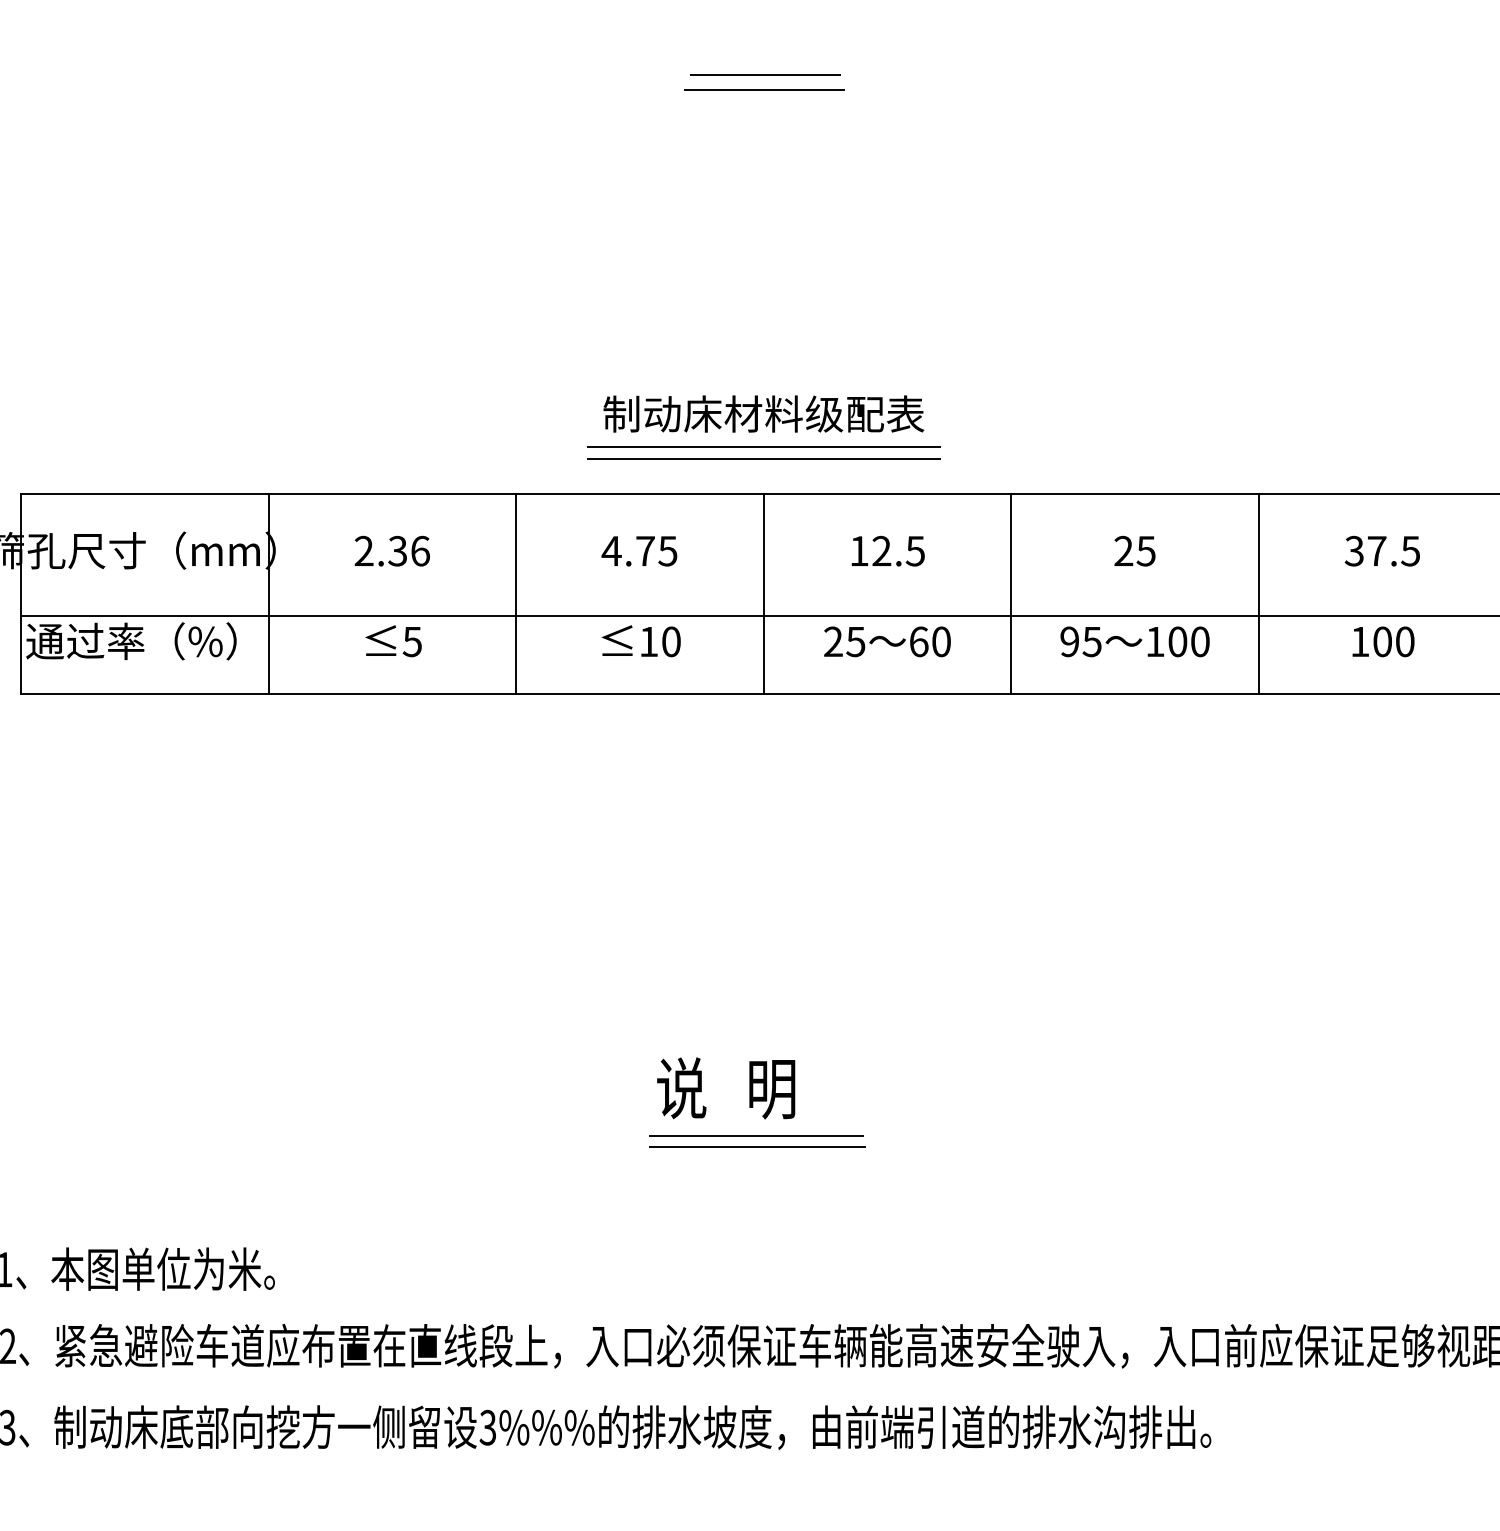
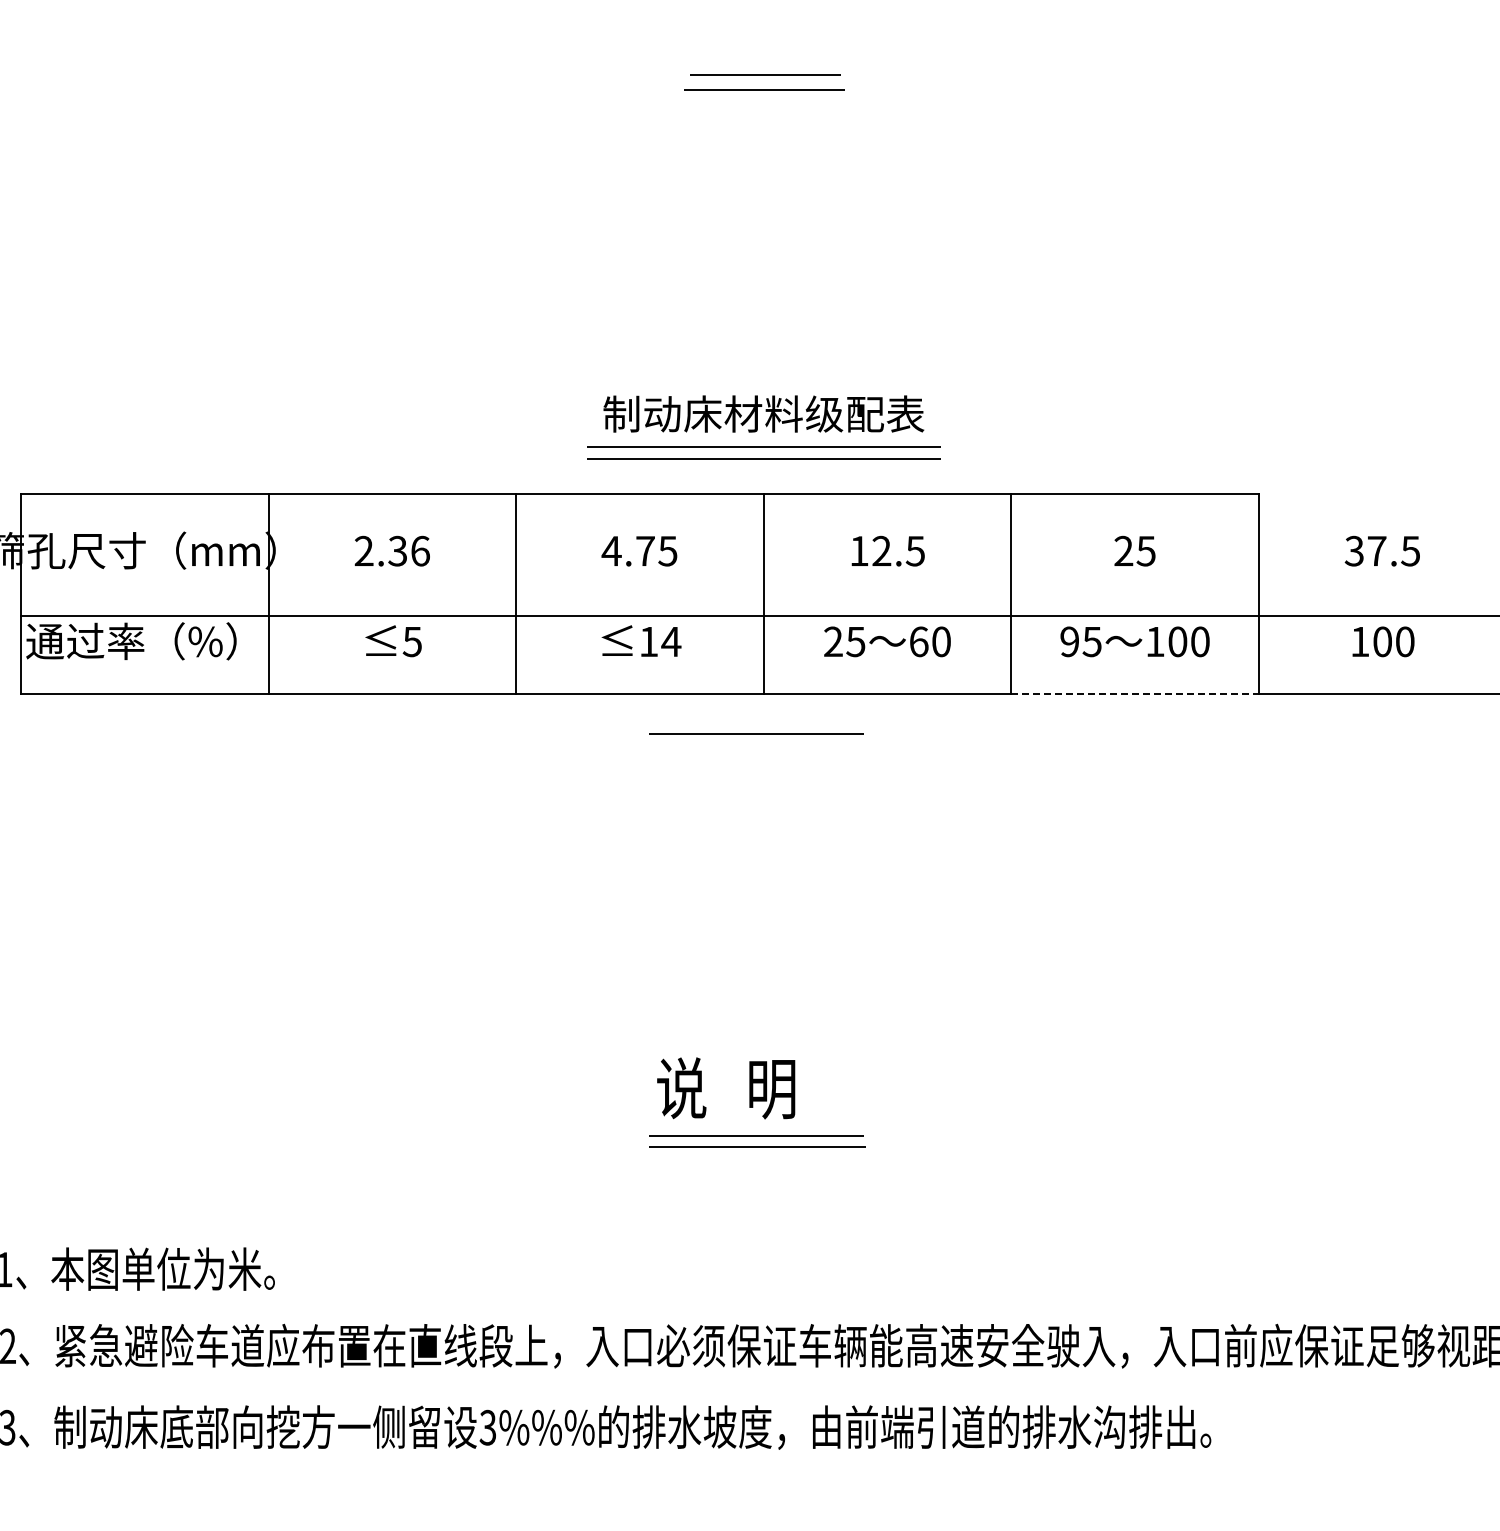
line at (1377, 494): present -> none
text at (671, 641): 10 -> 14
line at (1135, 693): solid -> dashed
line at (756, 733): none -> present
